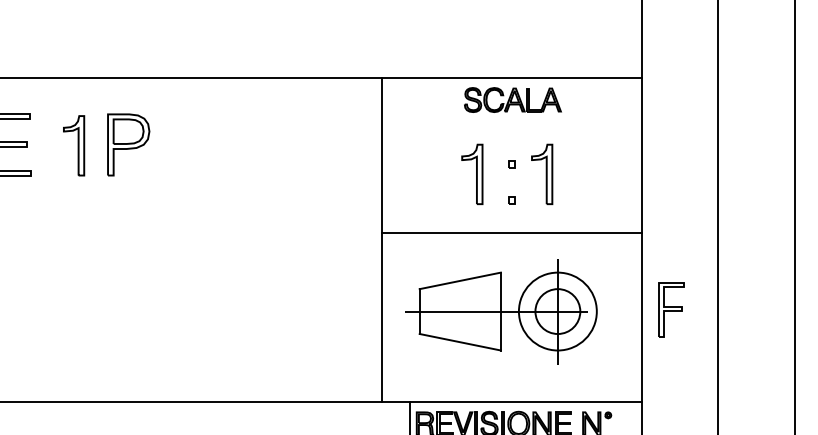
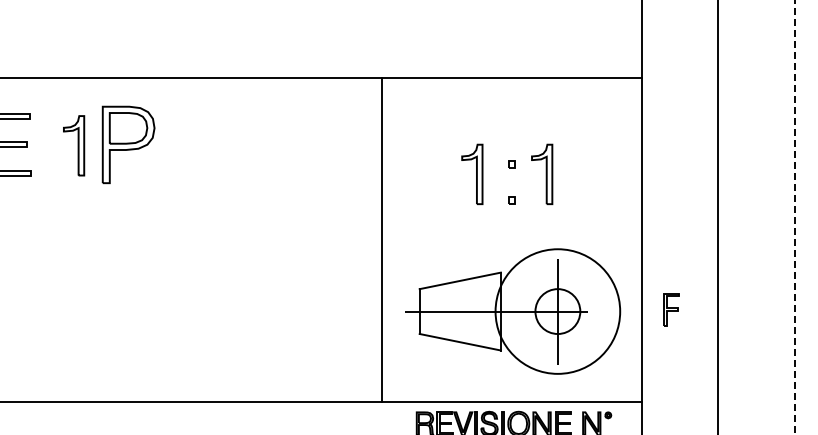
part at (512, 99): present -> none
part at (128, 144) size: 44x64 px -> 55x80 px
line at (794, 217): solid -> dashed
line at (511, 232): present -> none
part at (671, 309) size: 27x56 px -> 17x34 px
circle at (557, 311) diameter: 78 px -> 125 px
line at (409, 416): present -> none
